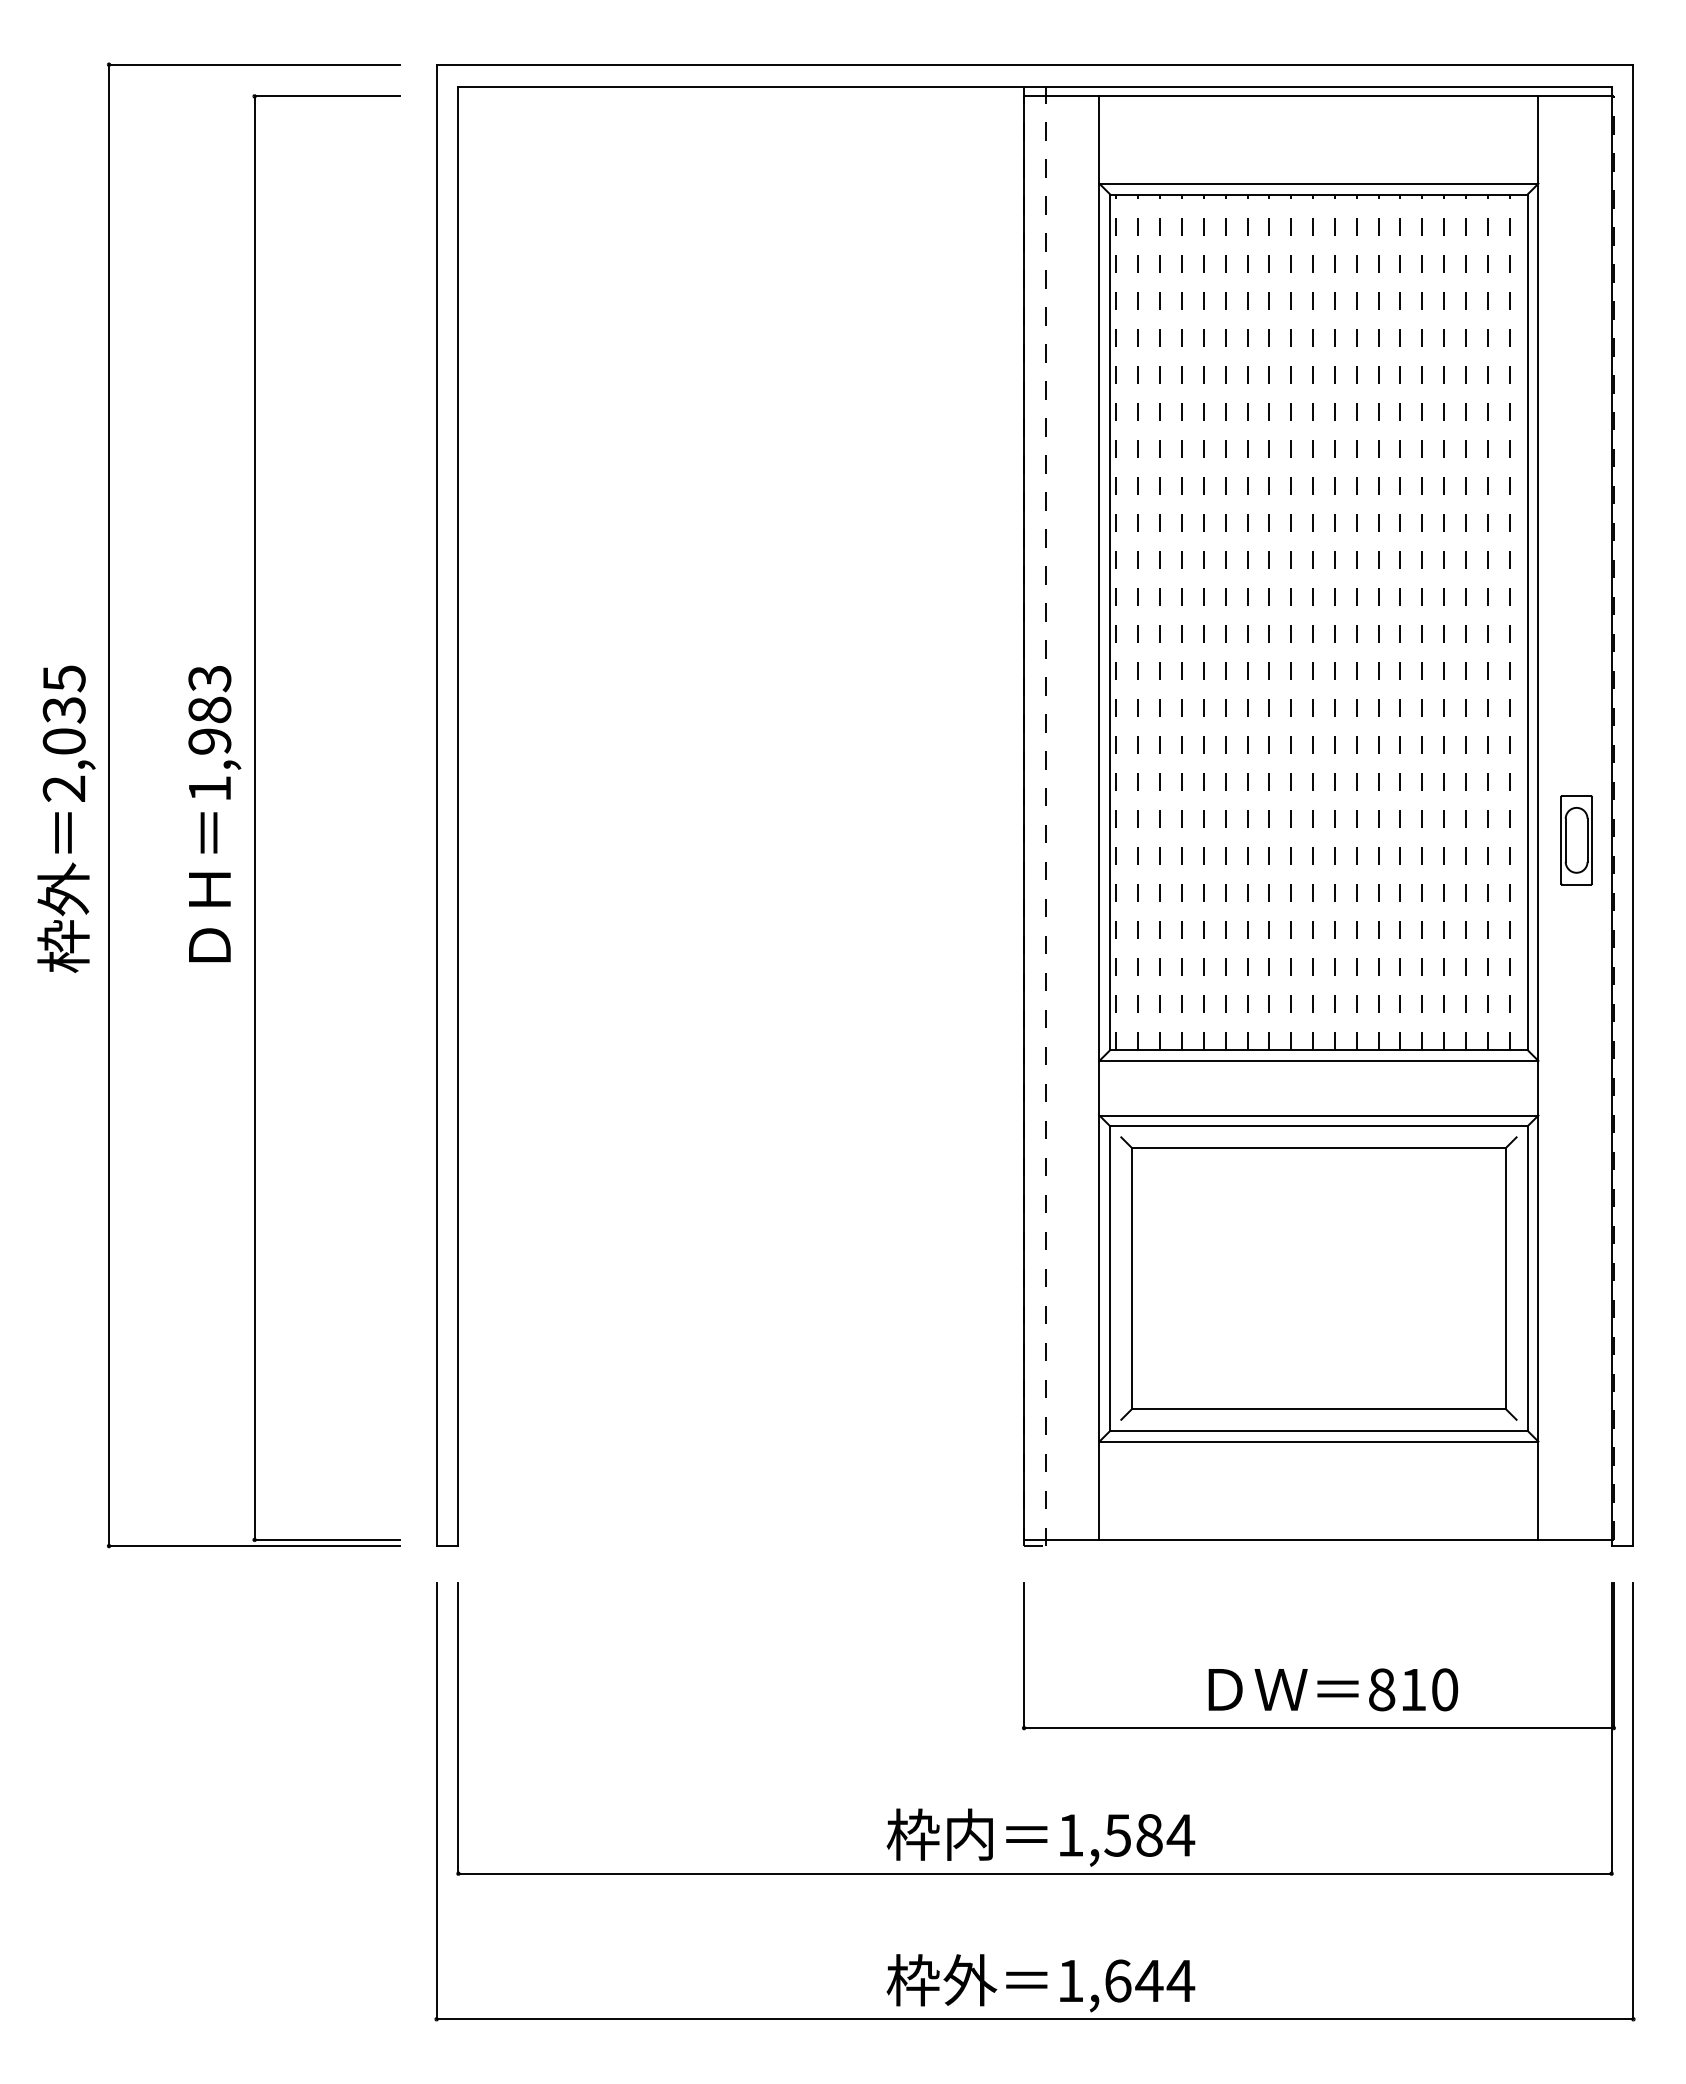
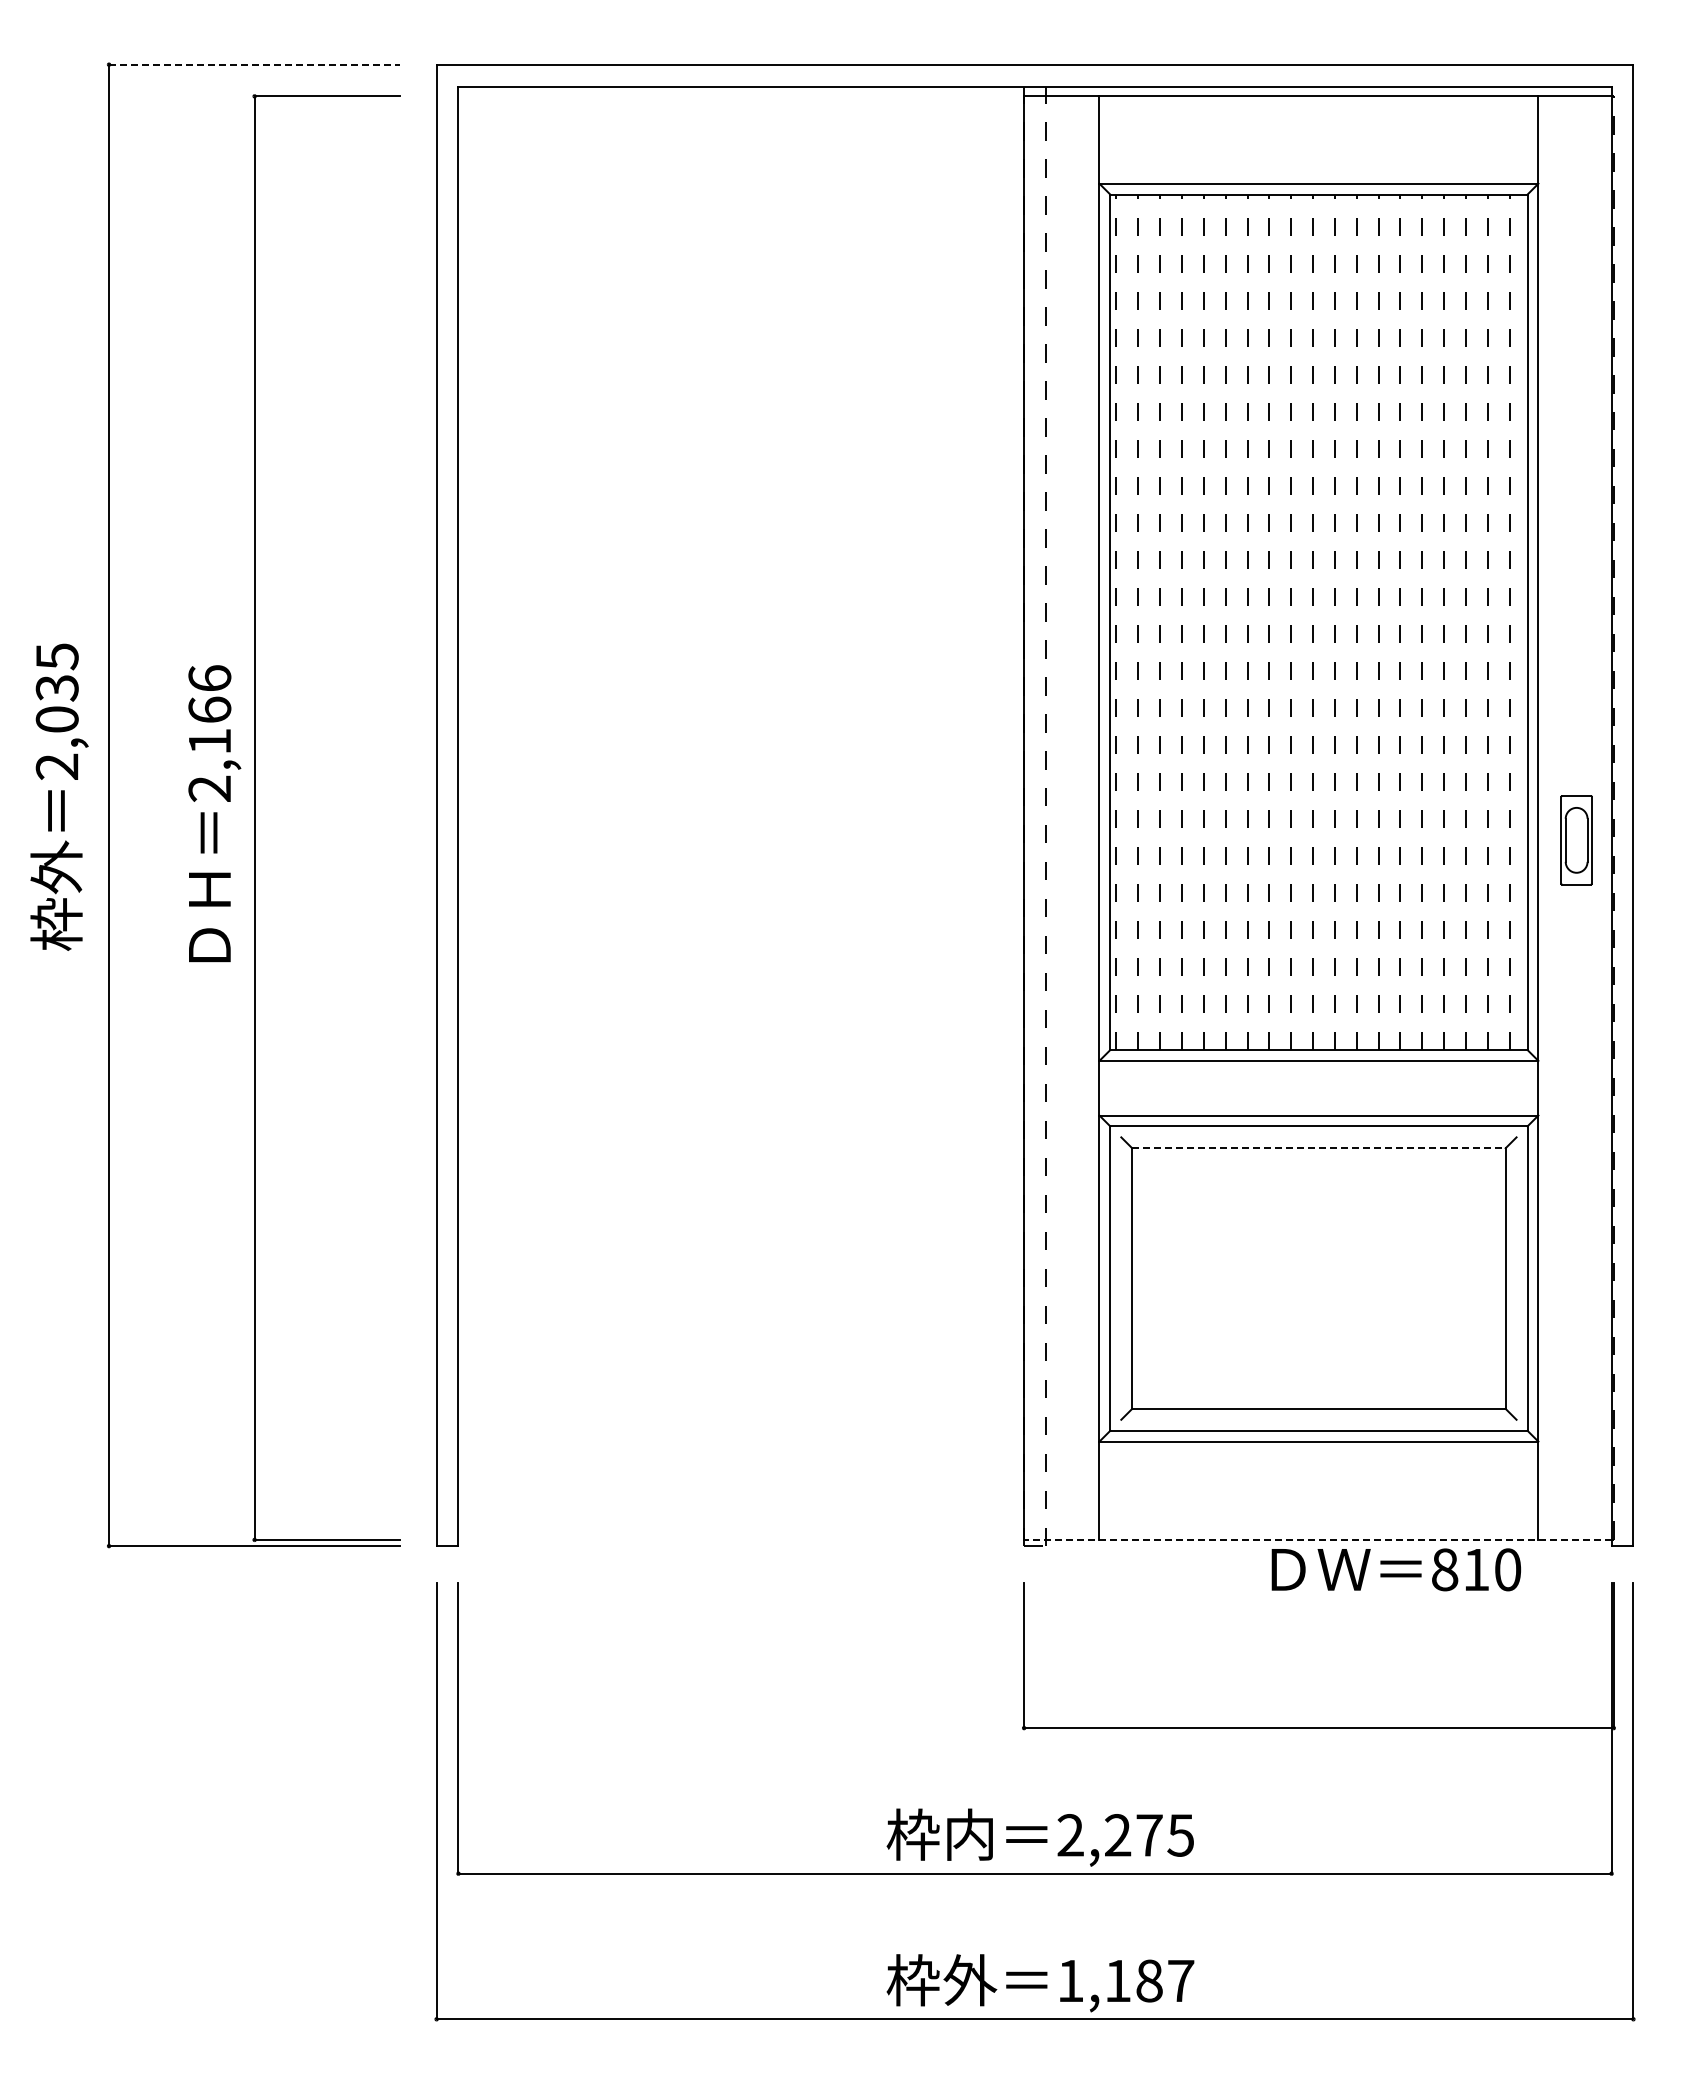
line at (254, 64): solid -> dashed
text at (209, 733): 1,983 -> 2,166
text at (66, 818) position: (66, 818) -> (59, 796)
line at (1318, 1148): solid -> dashed
line at (1317, 1539): solid -> dashed
text at (1333, 1689) position: (1333, 1689) -> (1396, 1569)
text at (1126, 1835): 1,584 -> 2,275
text at (1150, 1980): 1,644 -> 1,187
